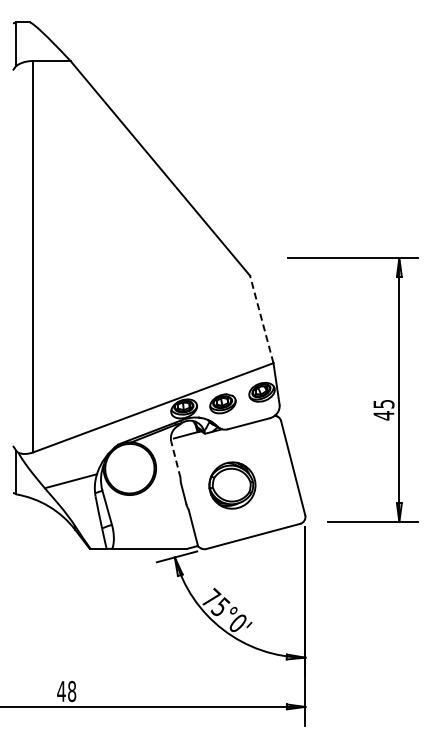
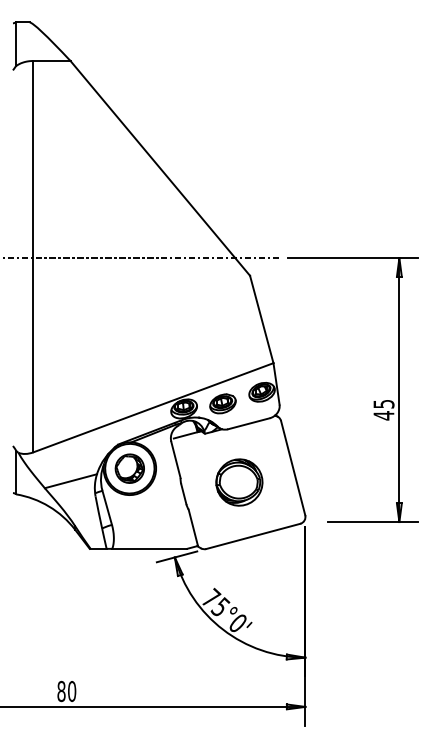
line at (140, 258): none -> present
line at (261, 319): dashed -> solid
line at (175, 459): dashed -> solid
part at (129, 468): none -> present
part at (232, 485) position: (232, 485) -> (239, 482)
text at (66, 691): 48 -> 80
